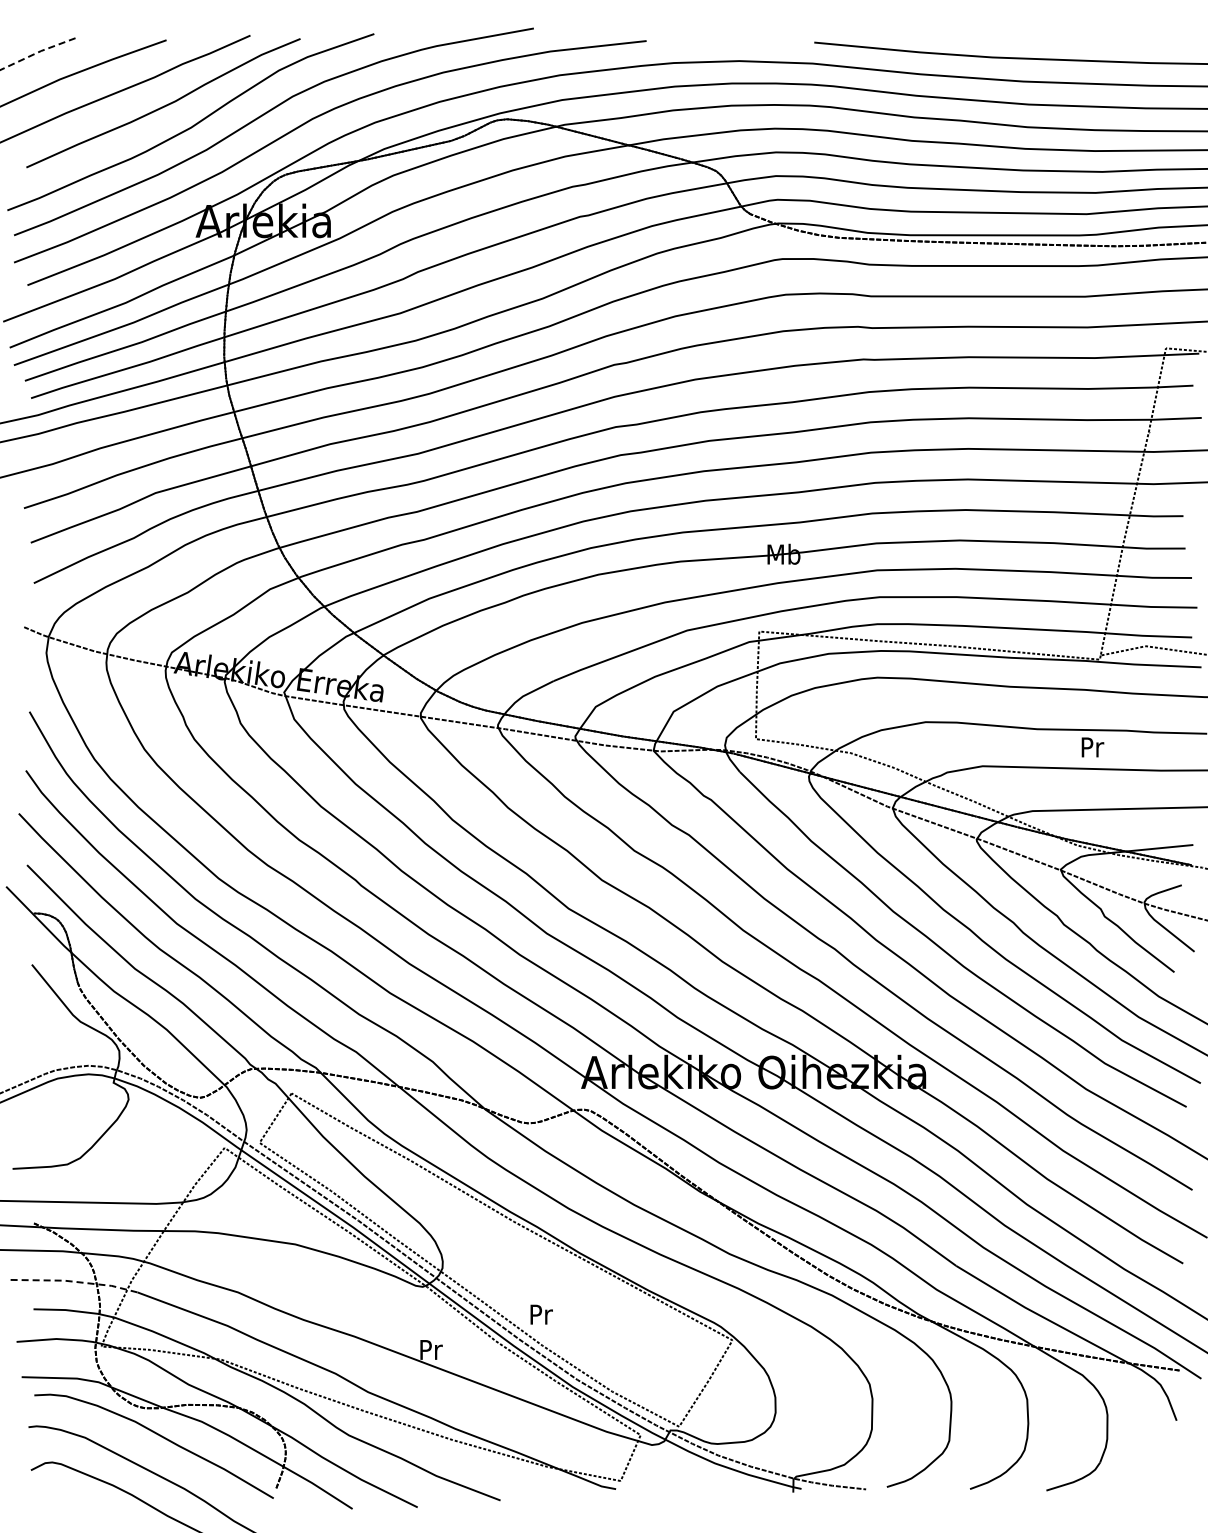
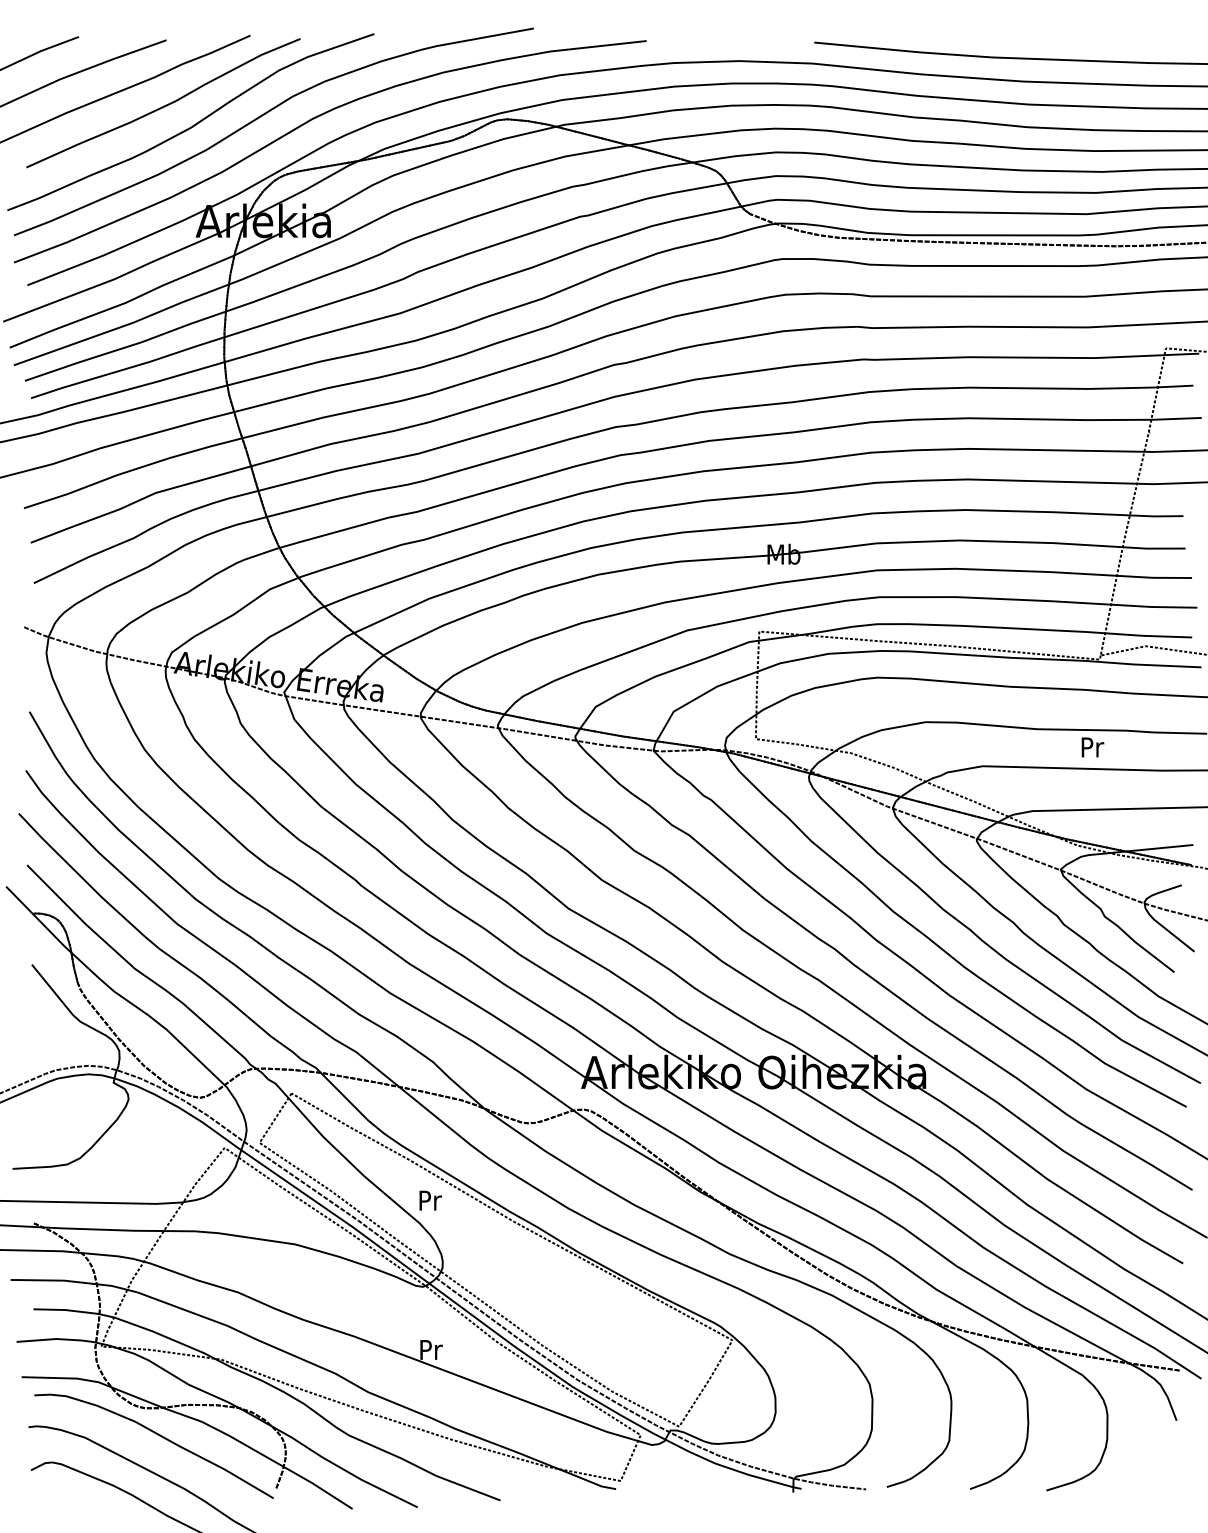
line at (40, 51): dashed -> solid
line at (75, 1281): dashed -> solid
text at (541, 1314) position: (541, 1314) -> (430, 1200)
